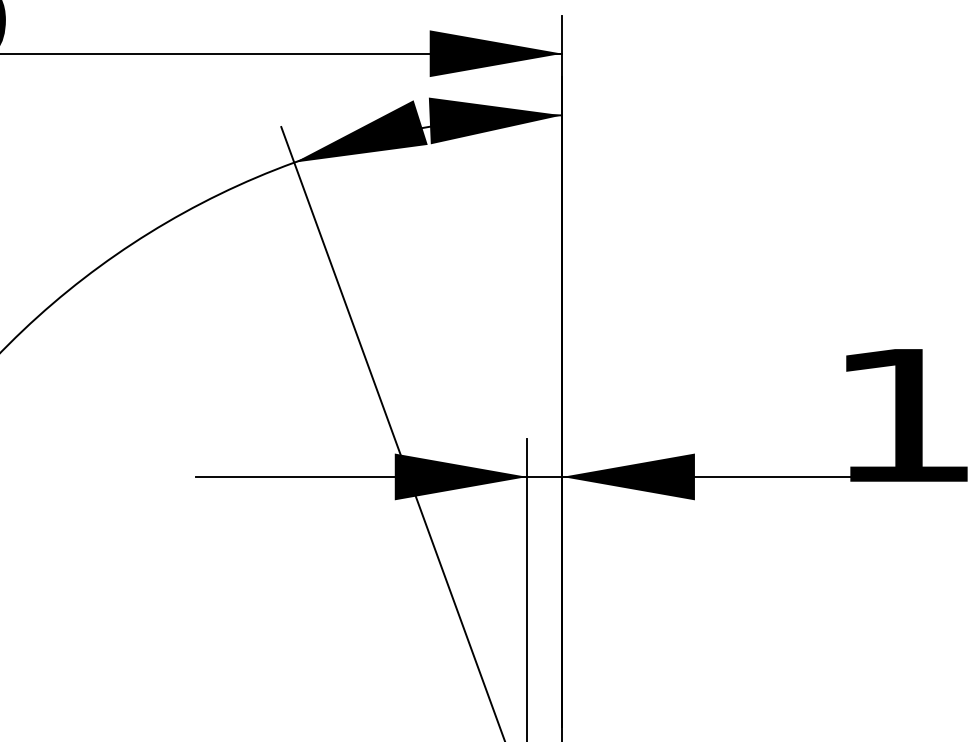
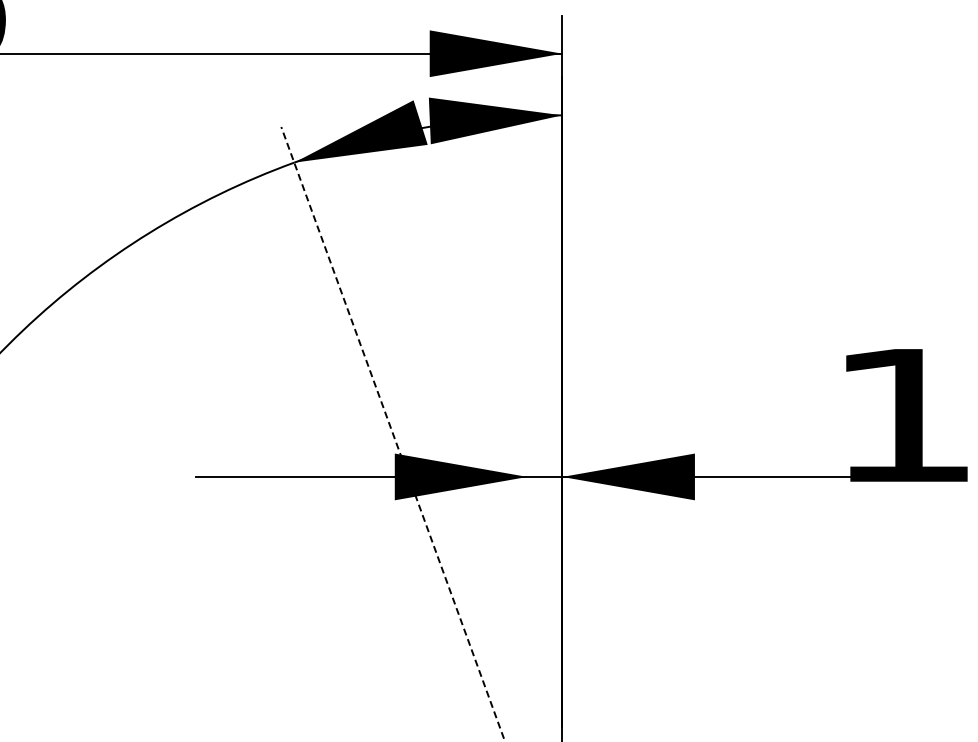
line at (393, 433): solid -> dashed
line at (527, 588): present -> none
